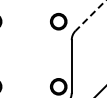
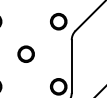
line at (90, 16): dashed -> solid
circle at (25, 53): none -> present
